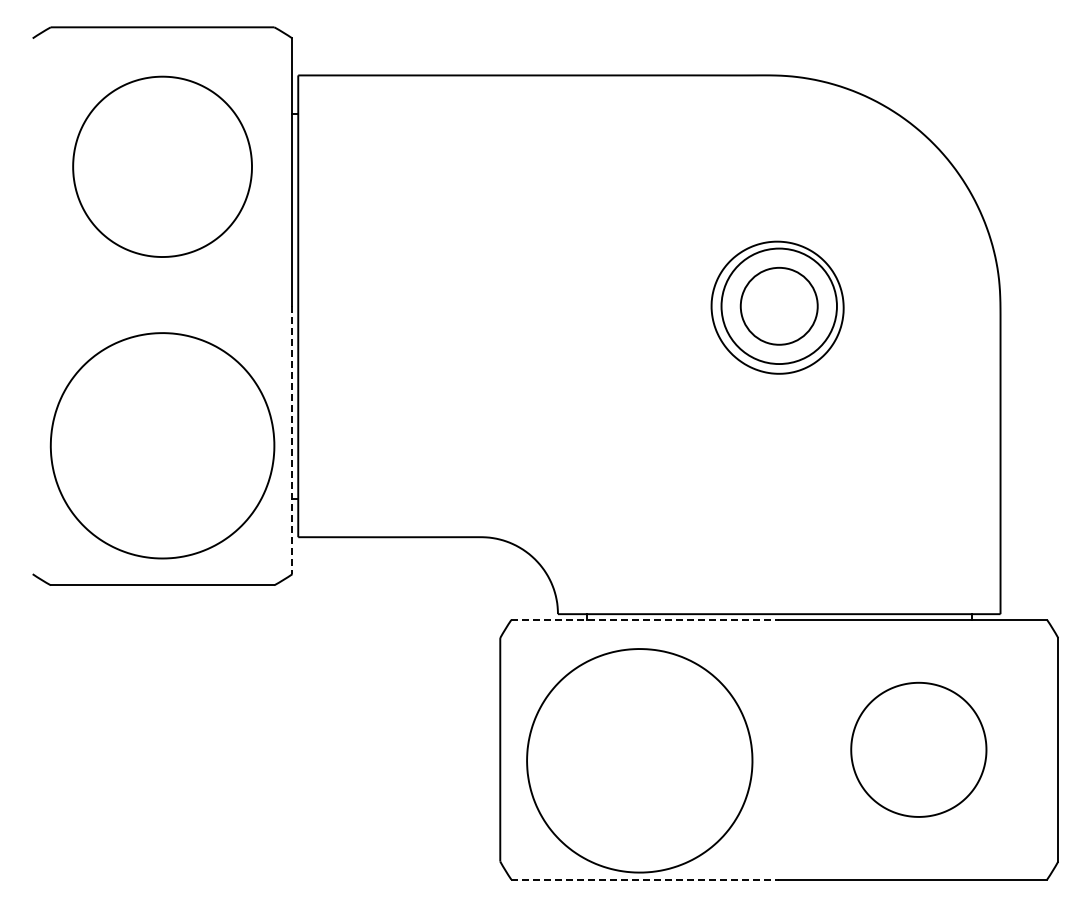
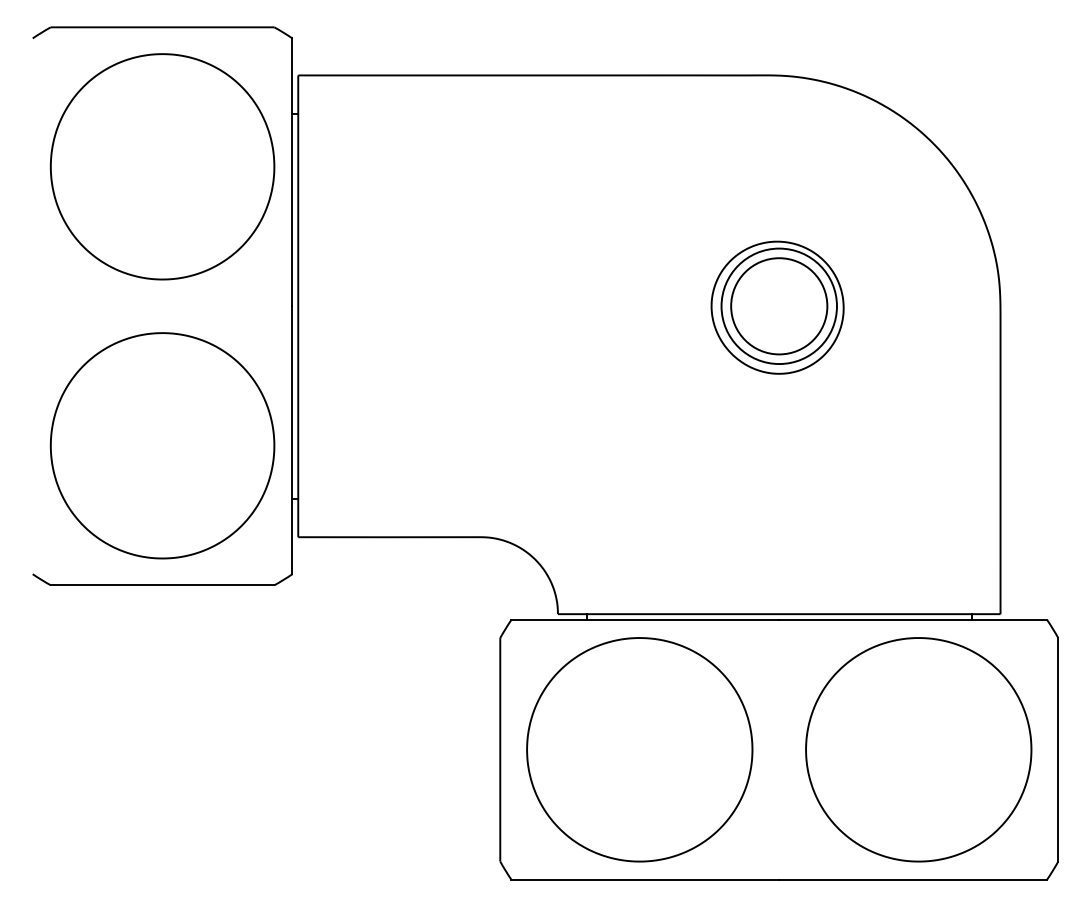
part at (162, 166) size: 181x183 px -> 227x228 px
circle at (778, 305) diameter: 77 px -> 96 px
line at (292, 440): dashed -> solid
line at (645, 619): dashed -> solid
part at (918, 749) size: 138x137 px -> 228x226 px
part at (639, 760) position: (639, 760) -> (639, 749)
line at (645, 879): dashed -> solid
